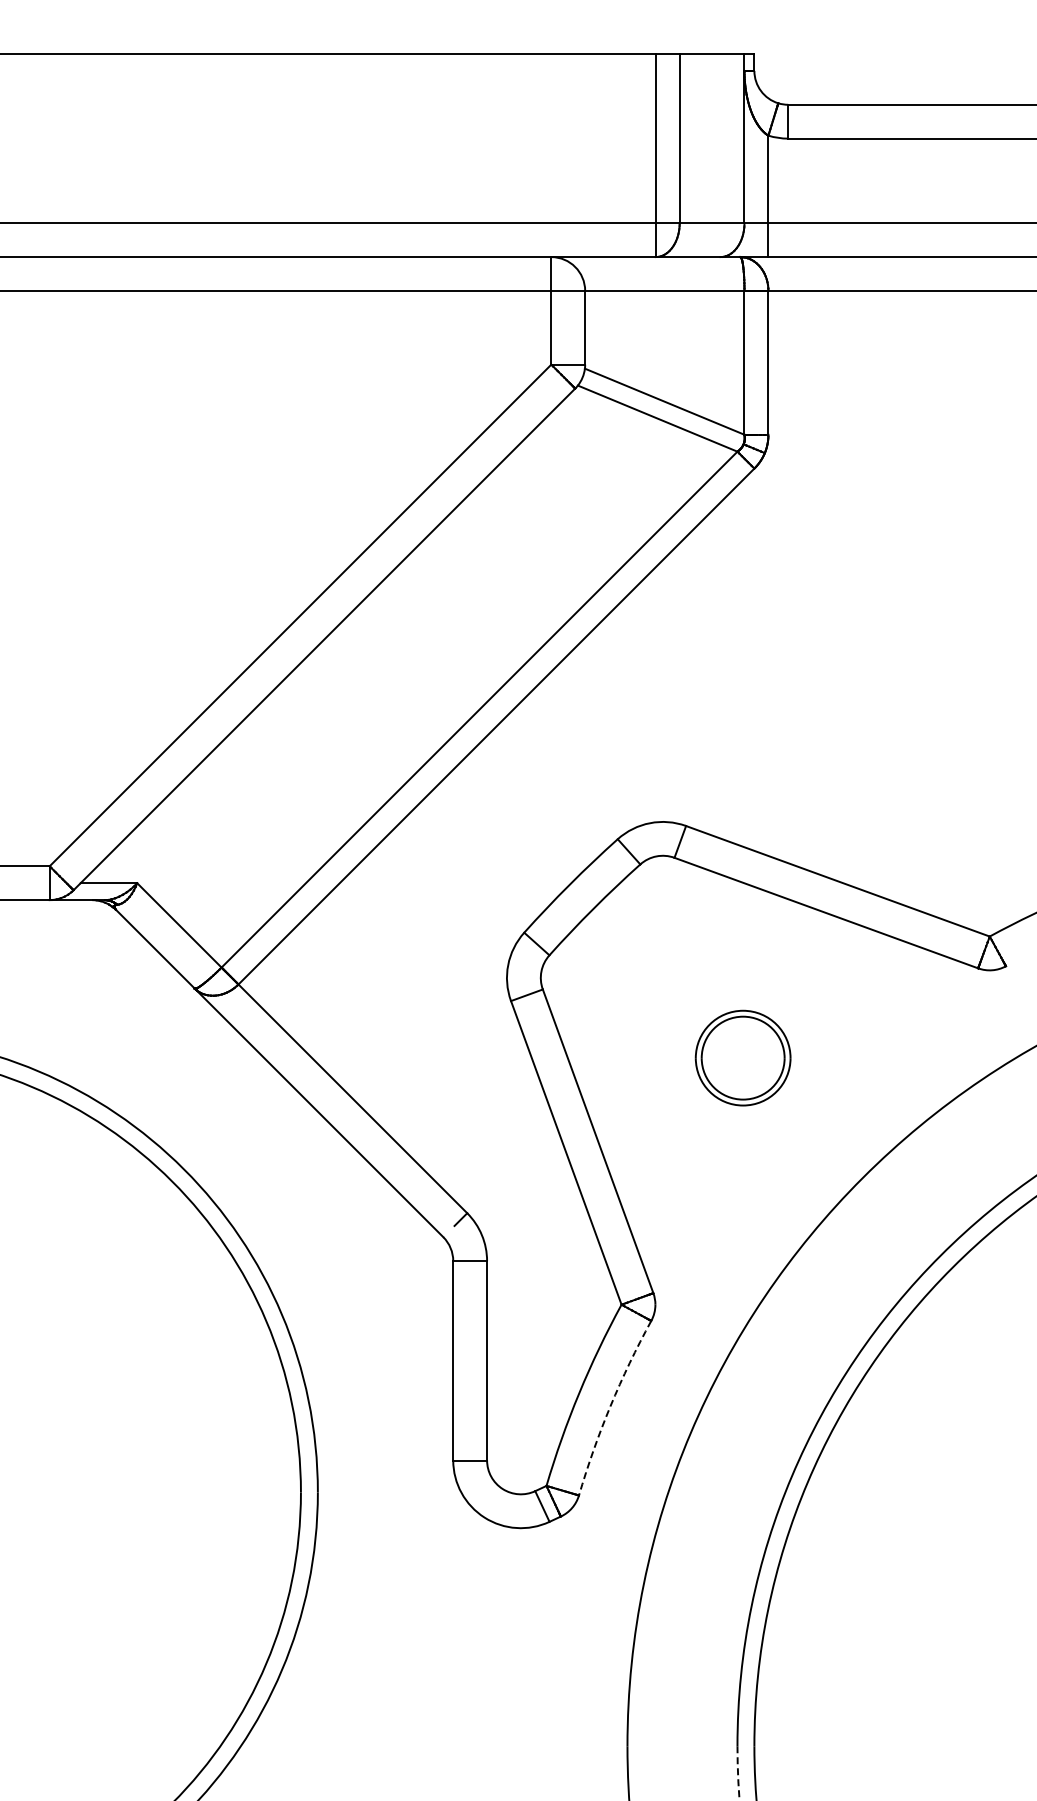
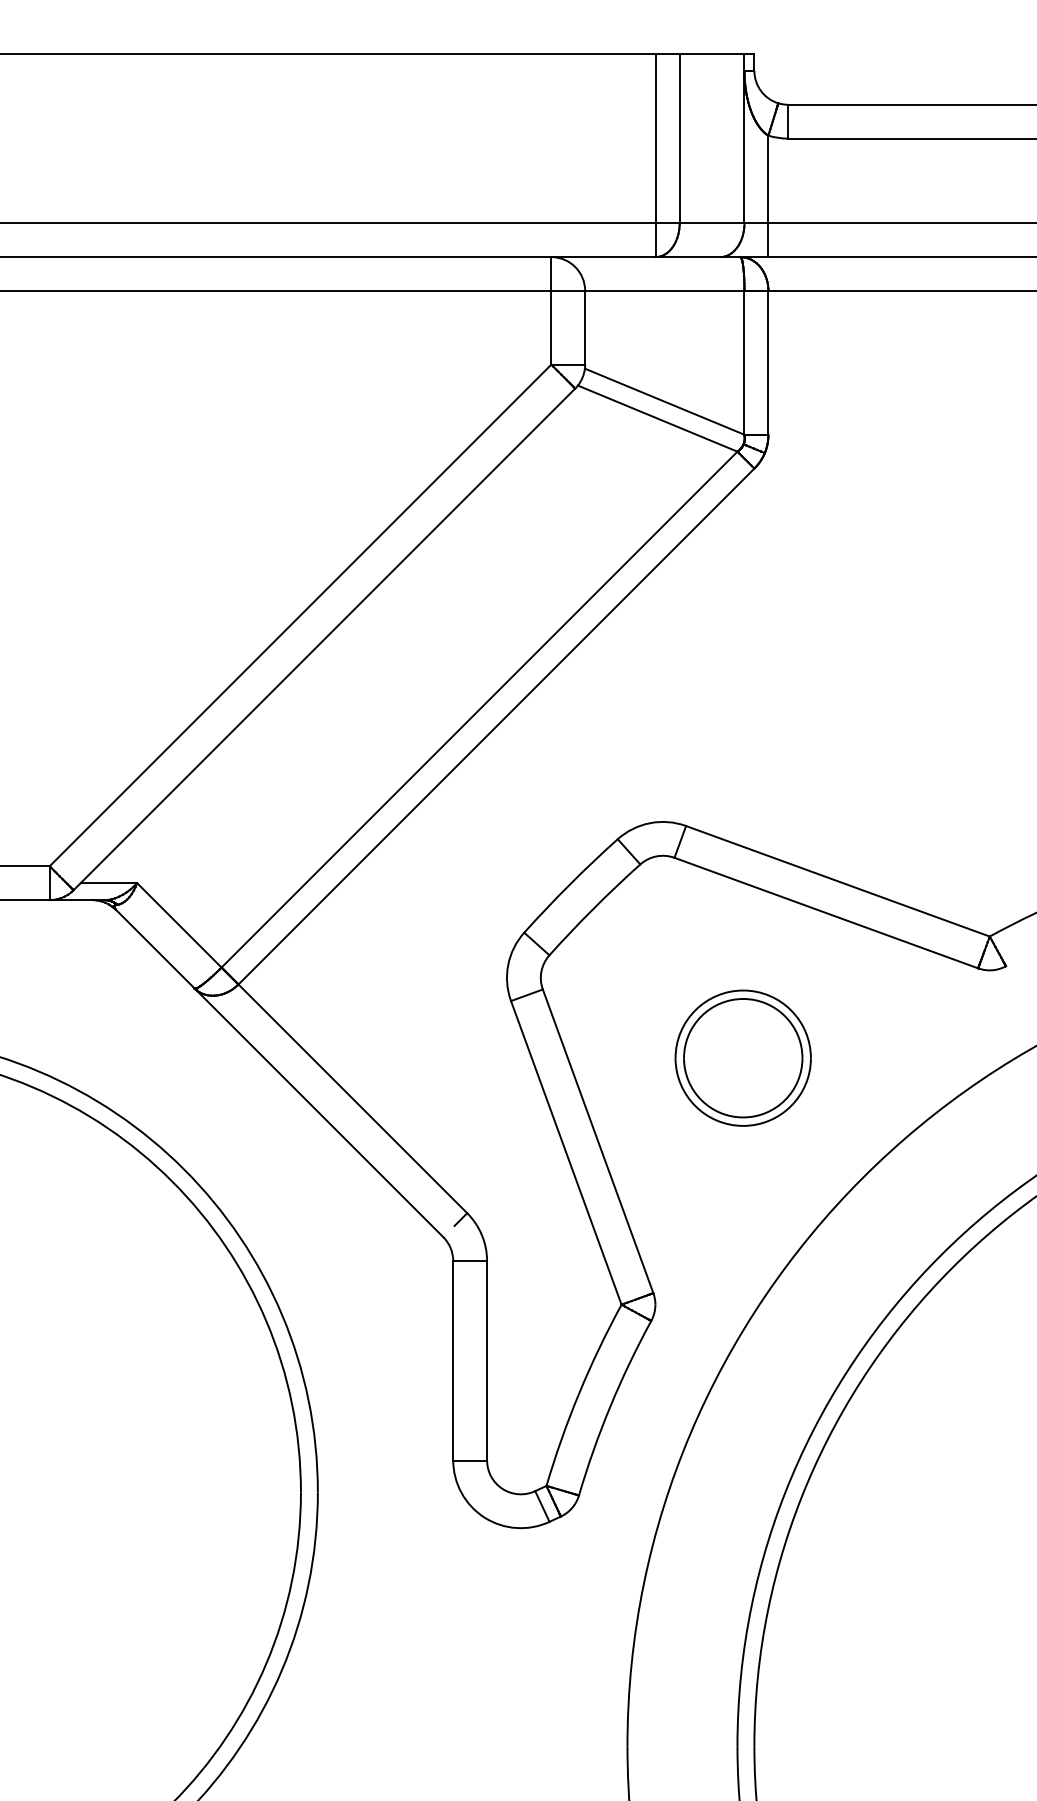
part at (742, 1057) size: 98x98 px -> 138x138 px
arc at (610, 1406): dashed -> solid
arc at (738, 1774): dashed -> solid
